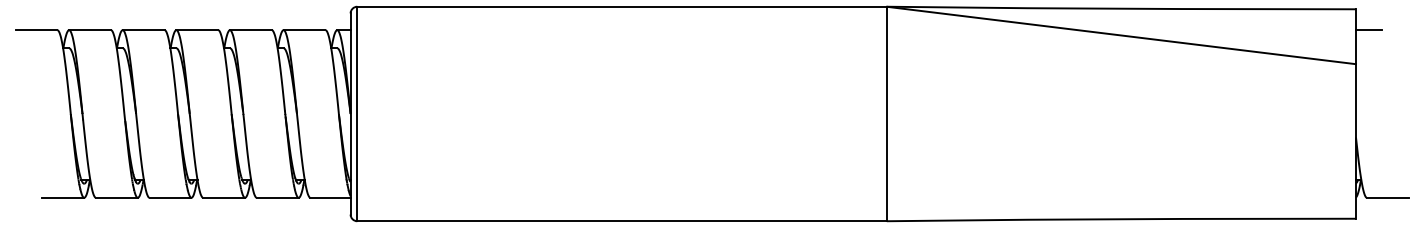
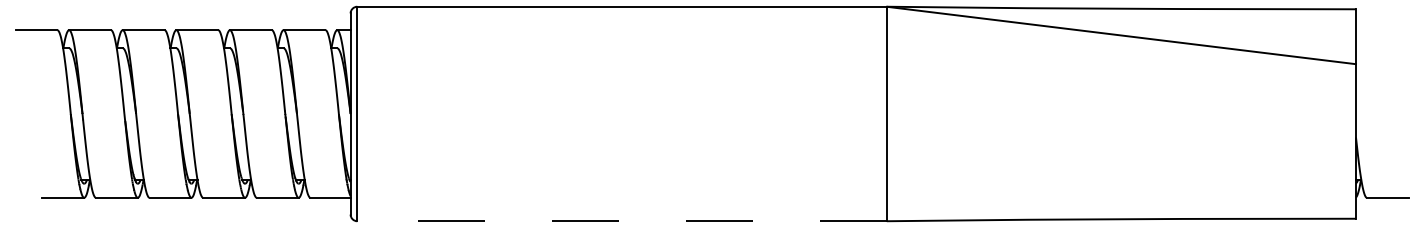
line at (1368, 30): present -> none
line at (622, 221): solid -> dashed
